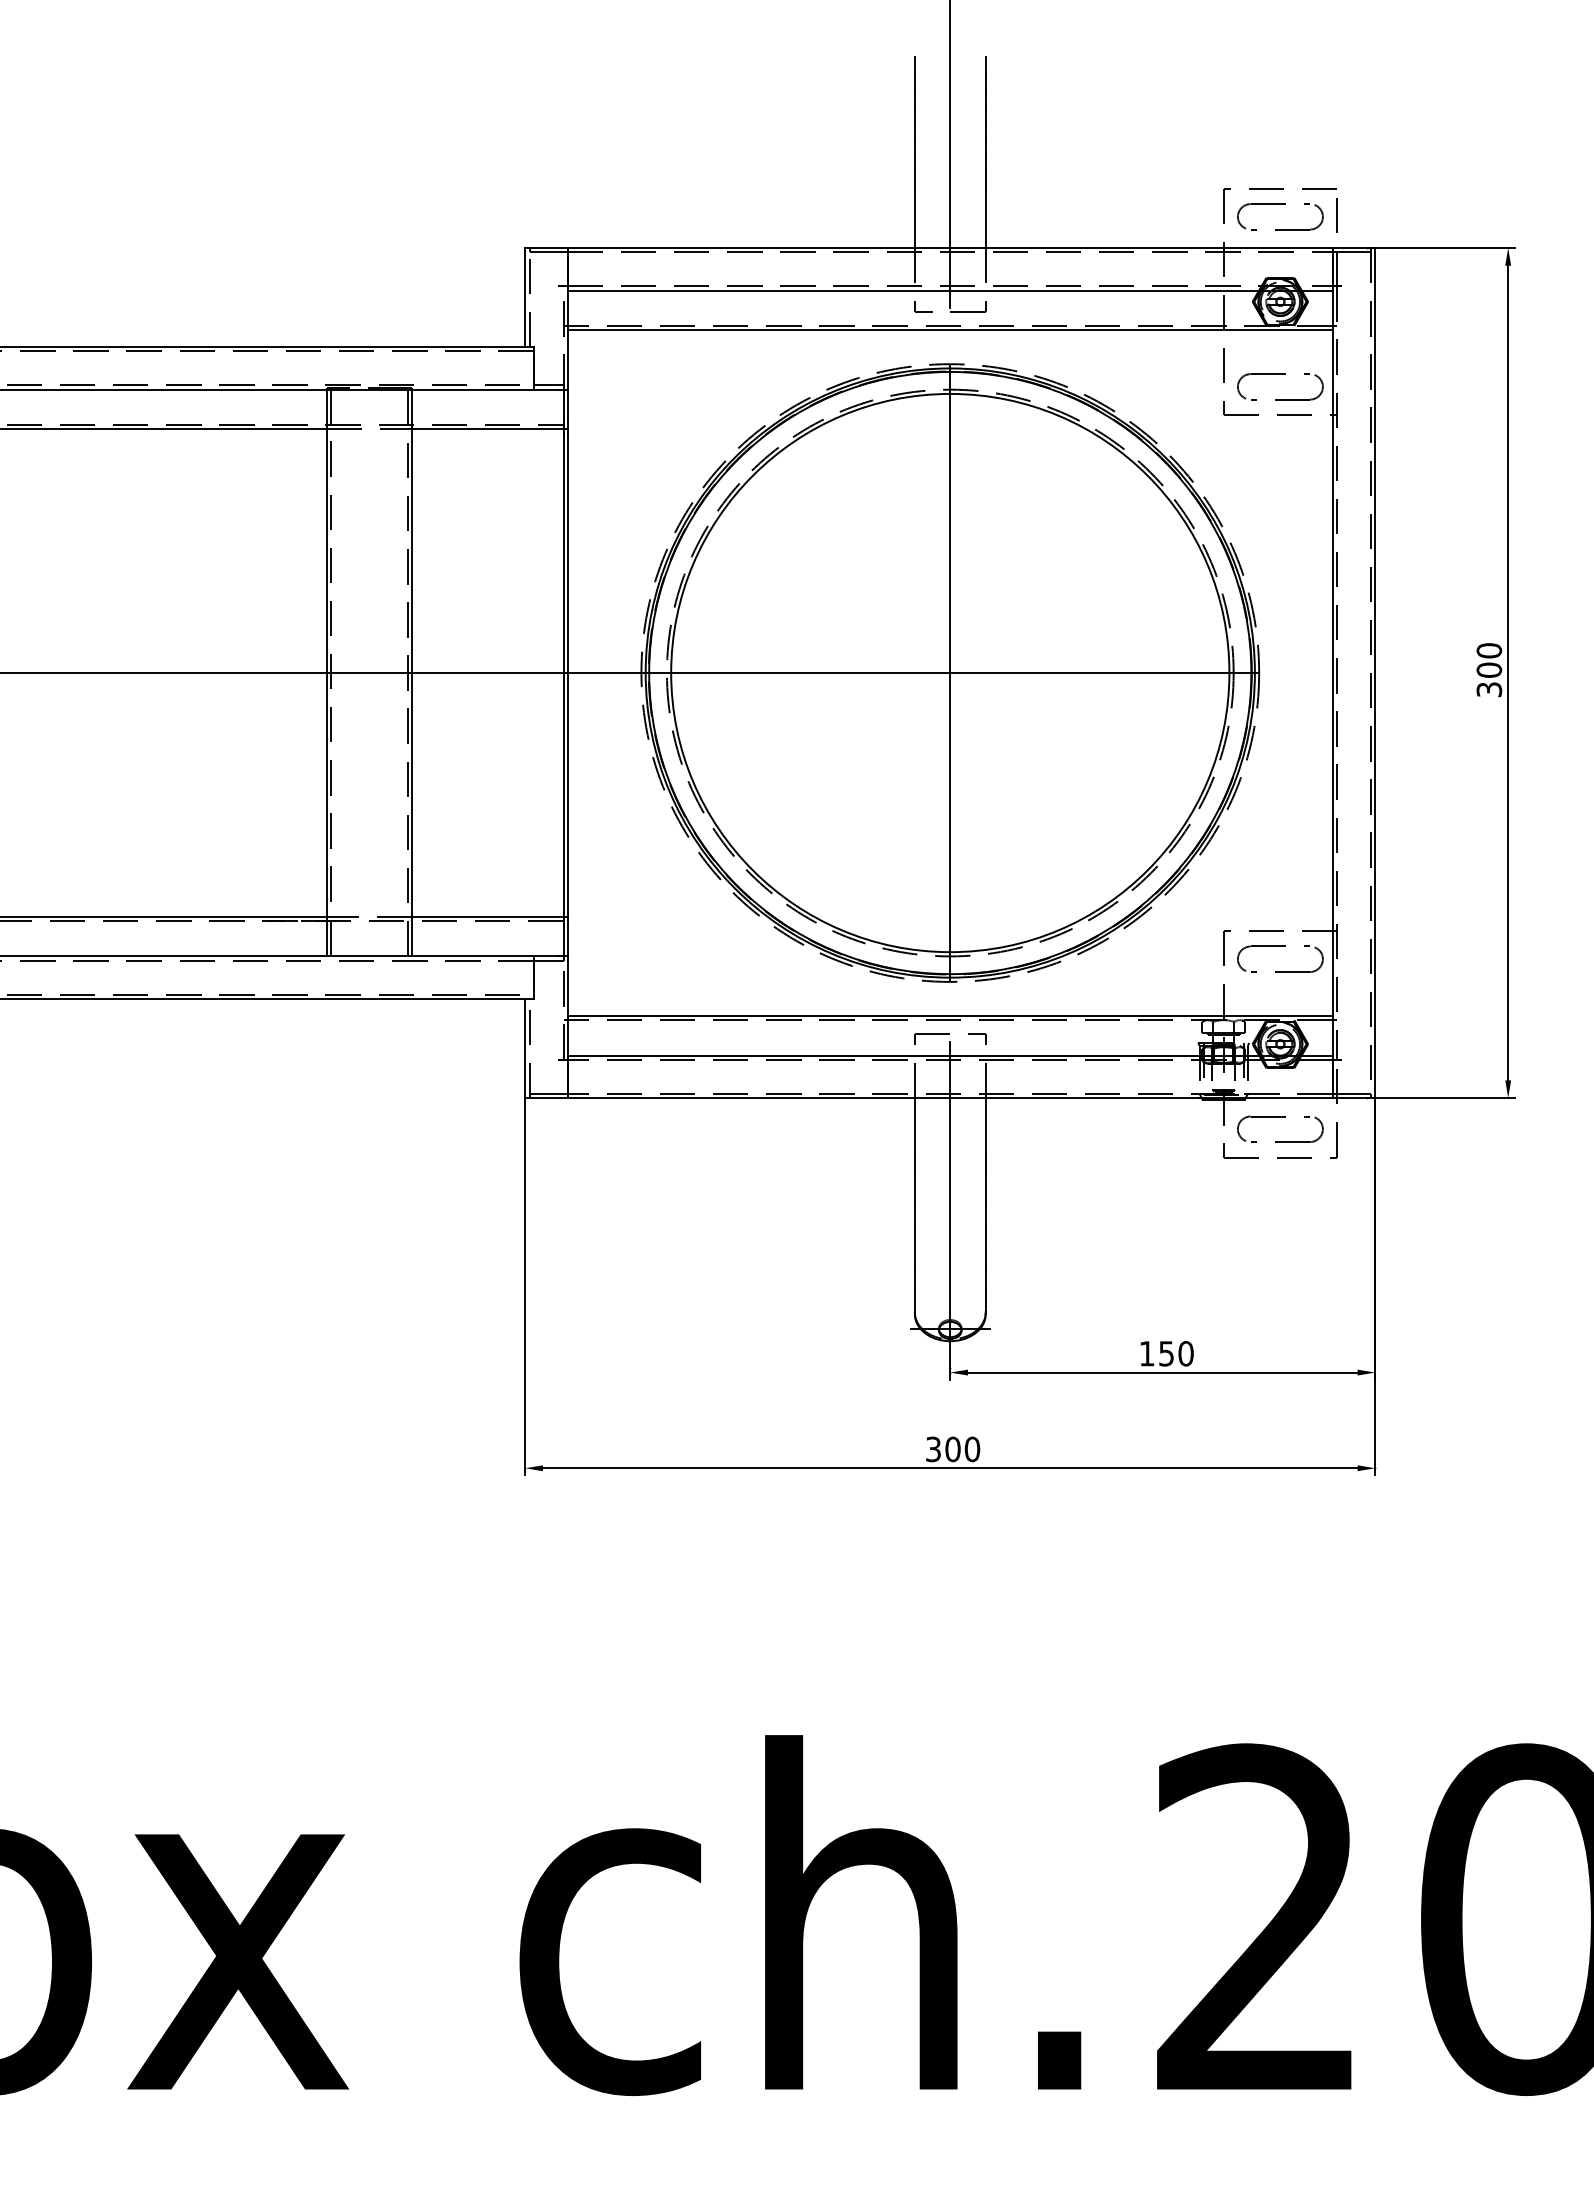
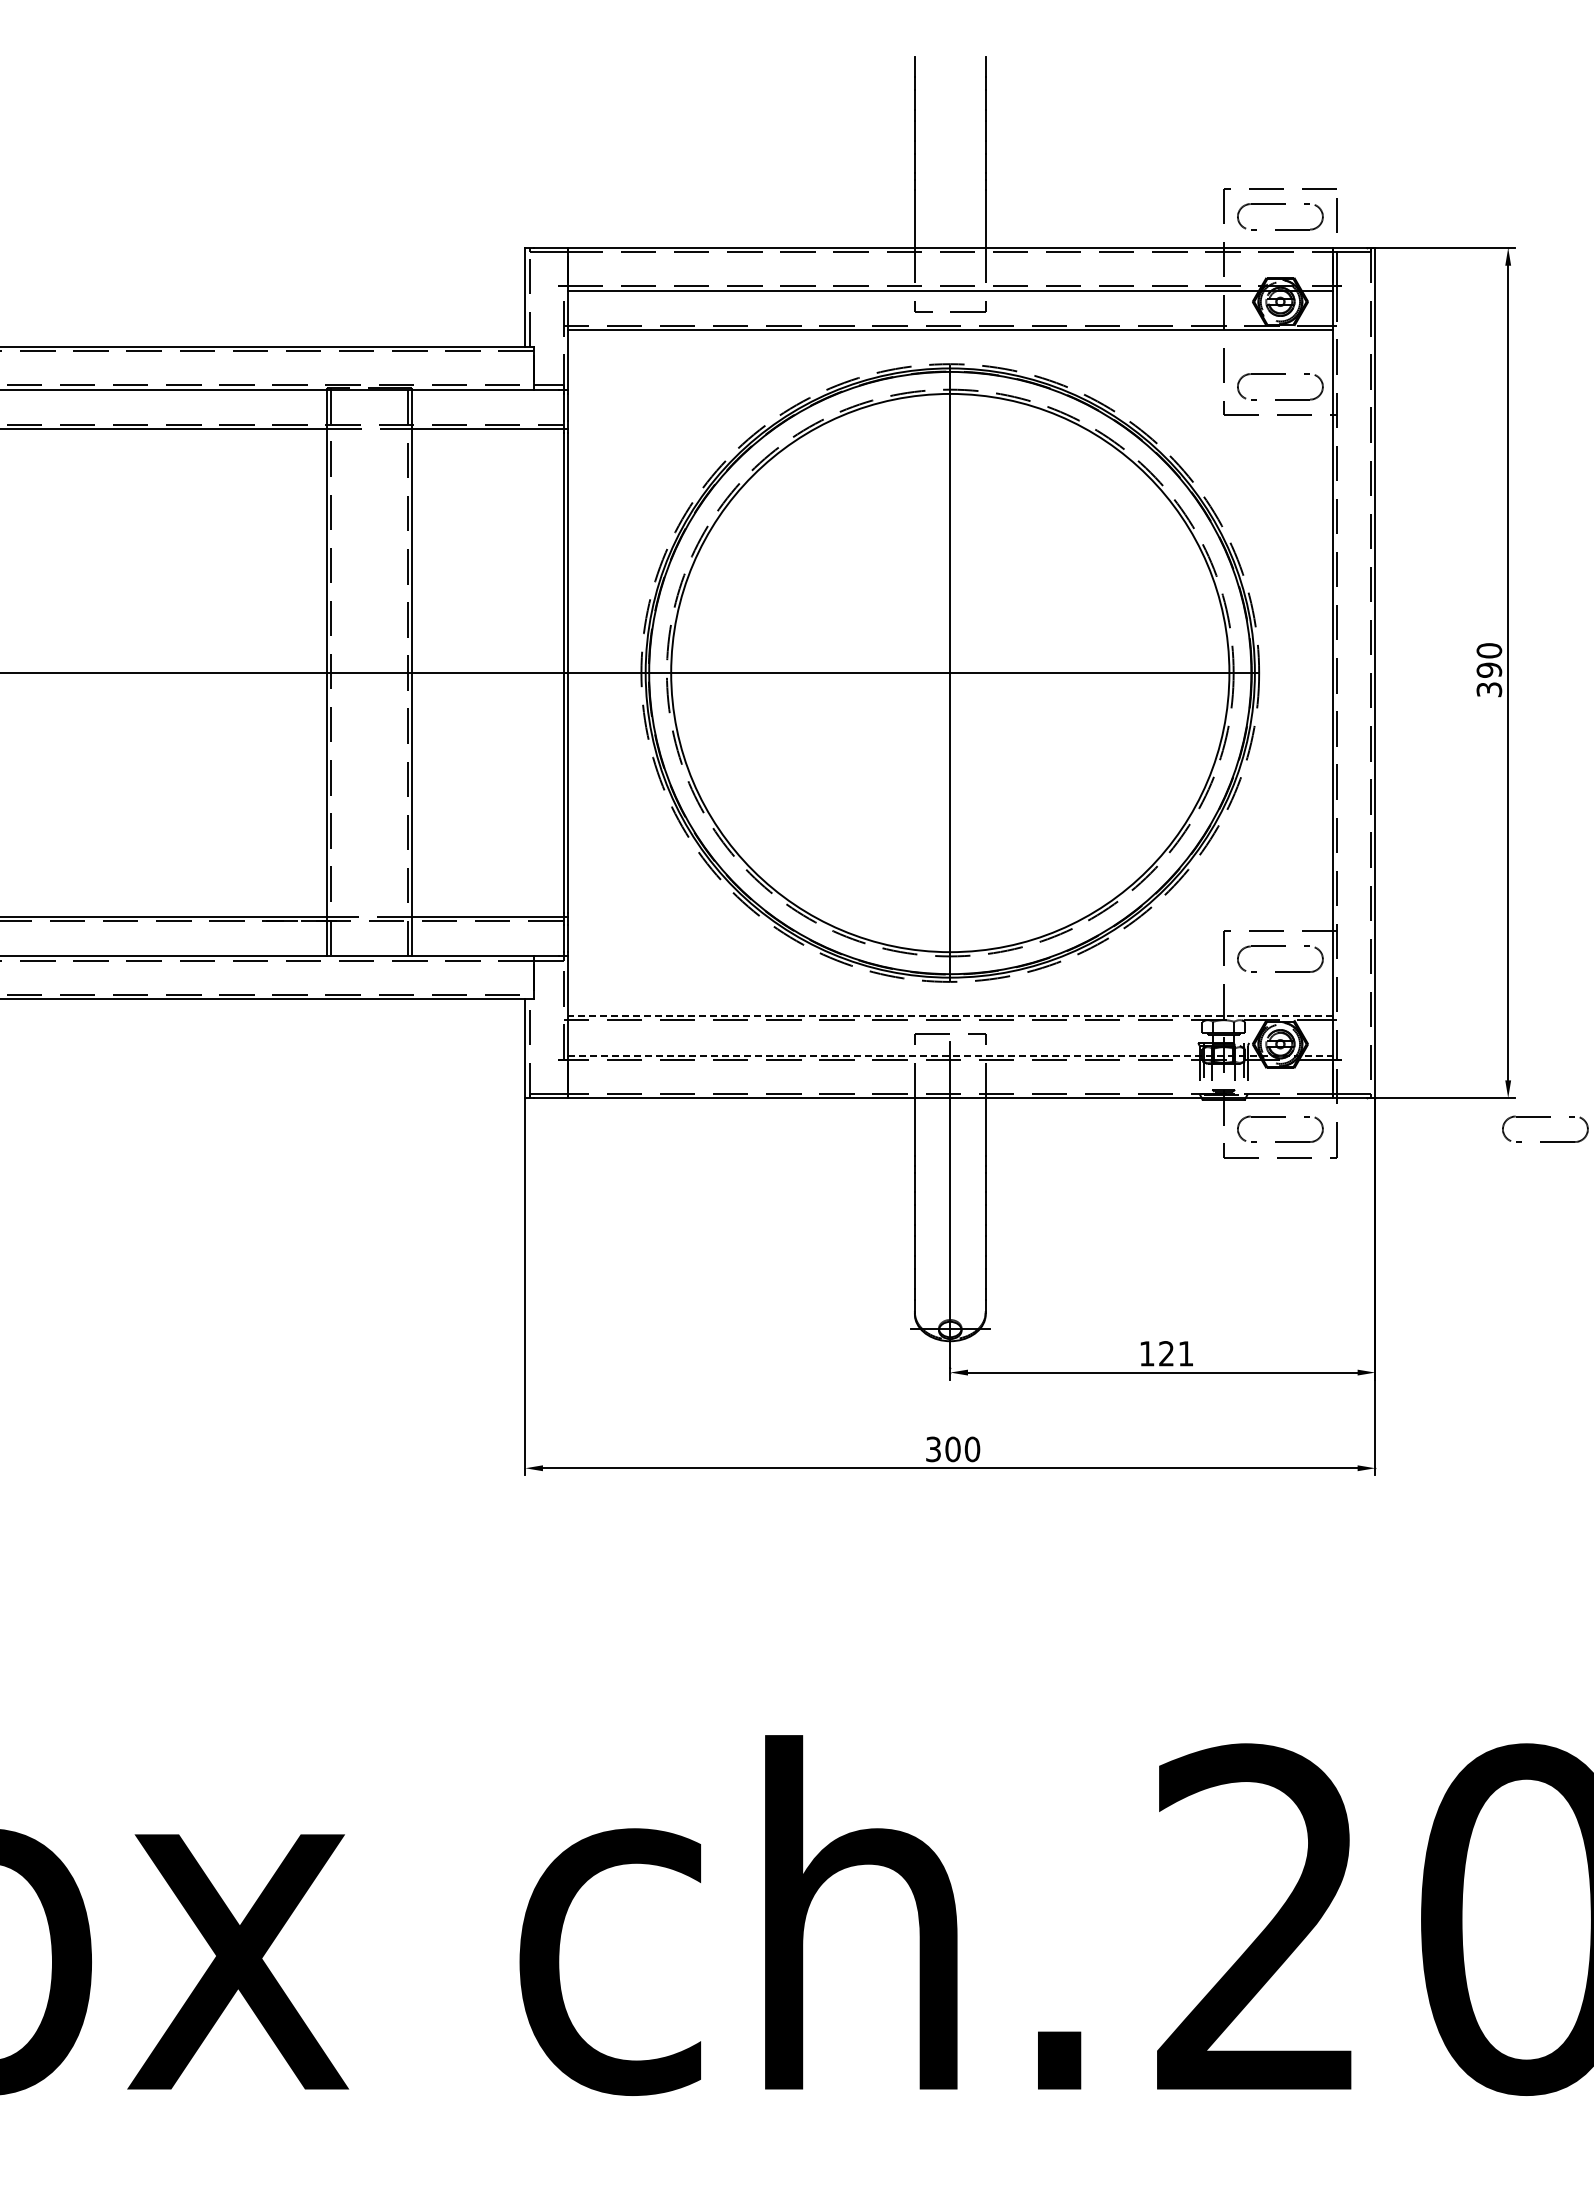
line at (950, 155): present -> none
text at (1489, 669): 300 -> 390
line at (950, 1015): solid -> dashed
line at (950, 1055): solid -> dashed
part at (1545, 1117): none -> present
text at (1176, 1353): 150 -> 121
